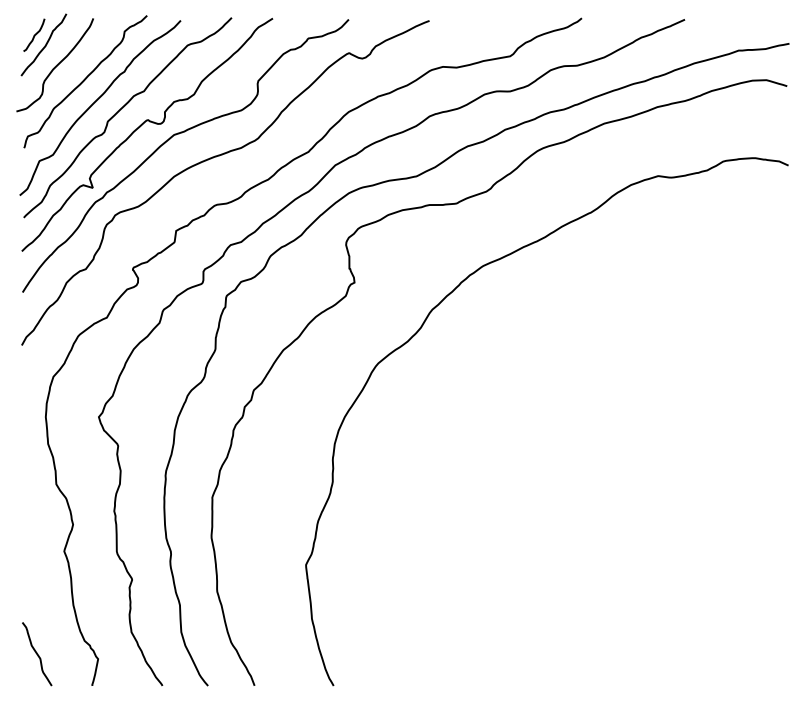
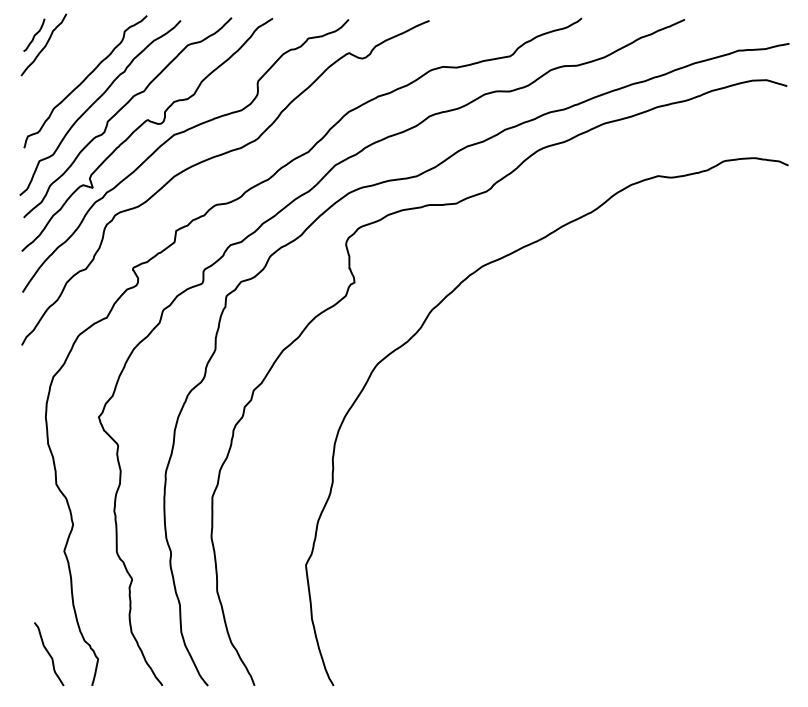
curve at (55, 65): present -> none
curve at (37, 654) position: (37, 654) -> (49, 654)
